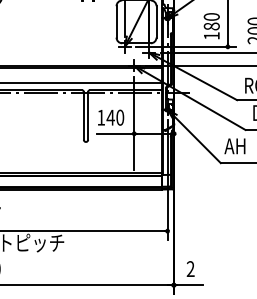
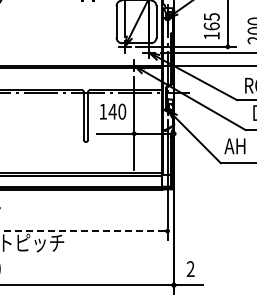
text at (211, 21): 180 -> 165
line at (81, 83): present -> none
text at (111, 117) position: (111, 117) -> (113, 111)
line at (82, 231): solid -> dashed
